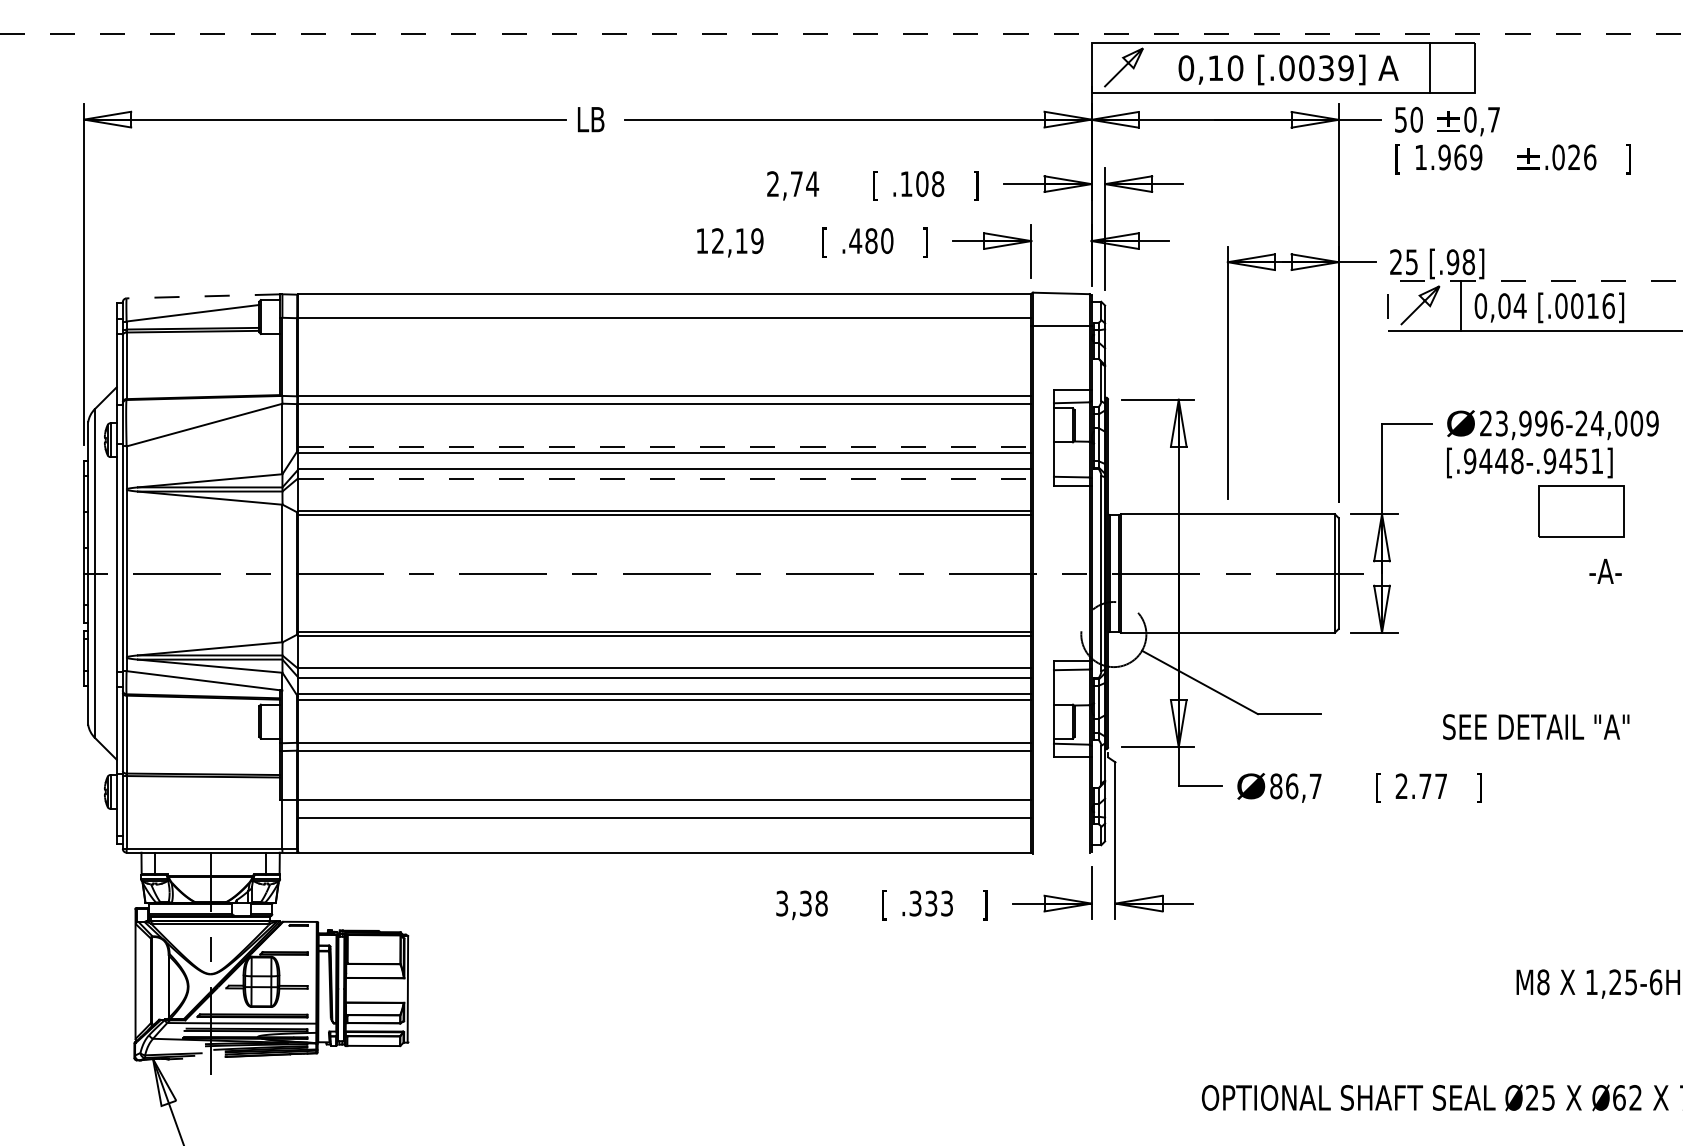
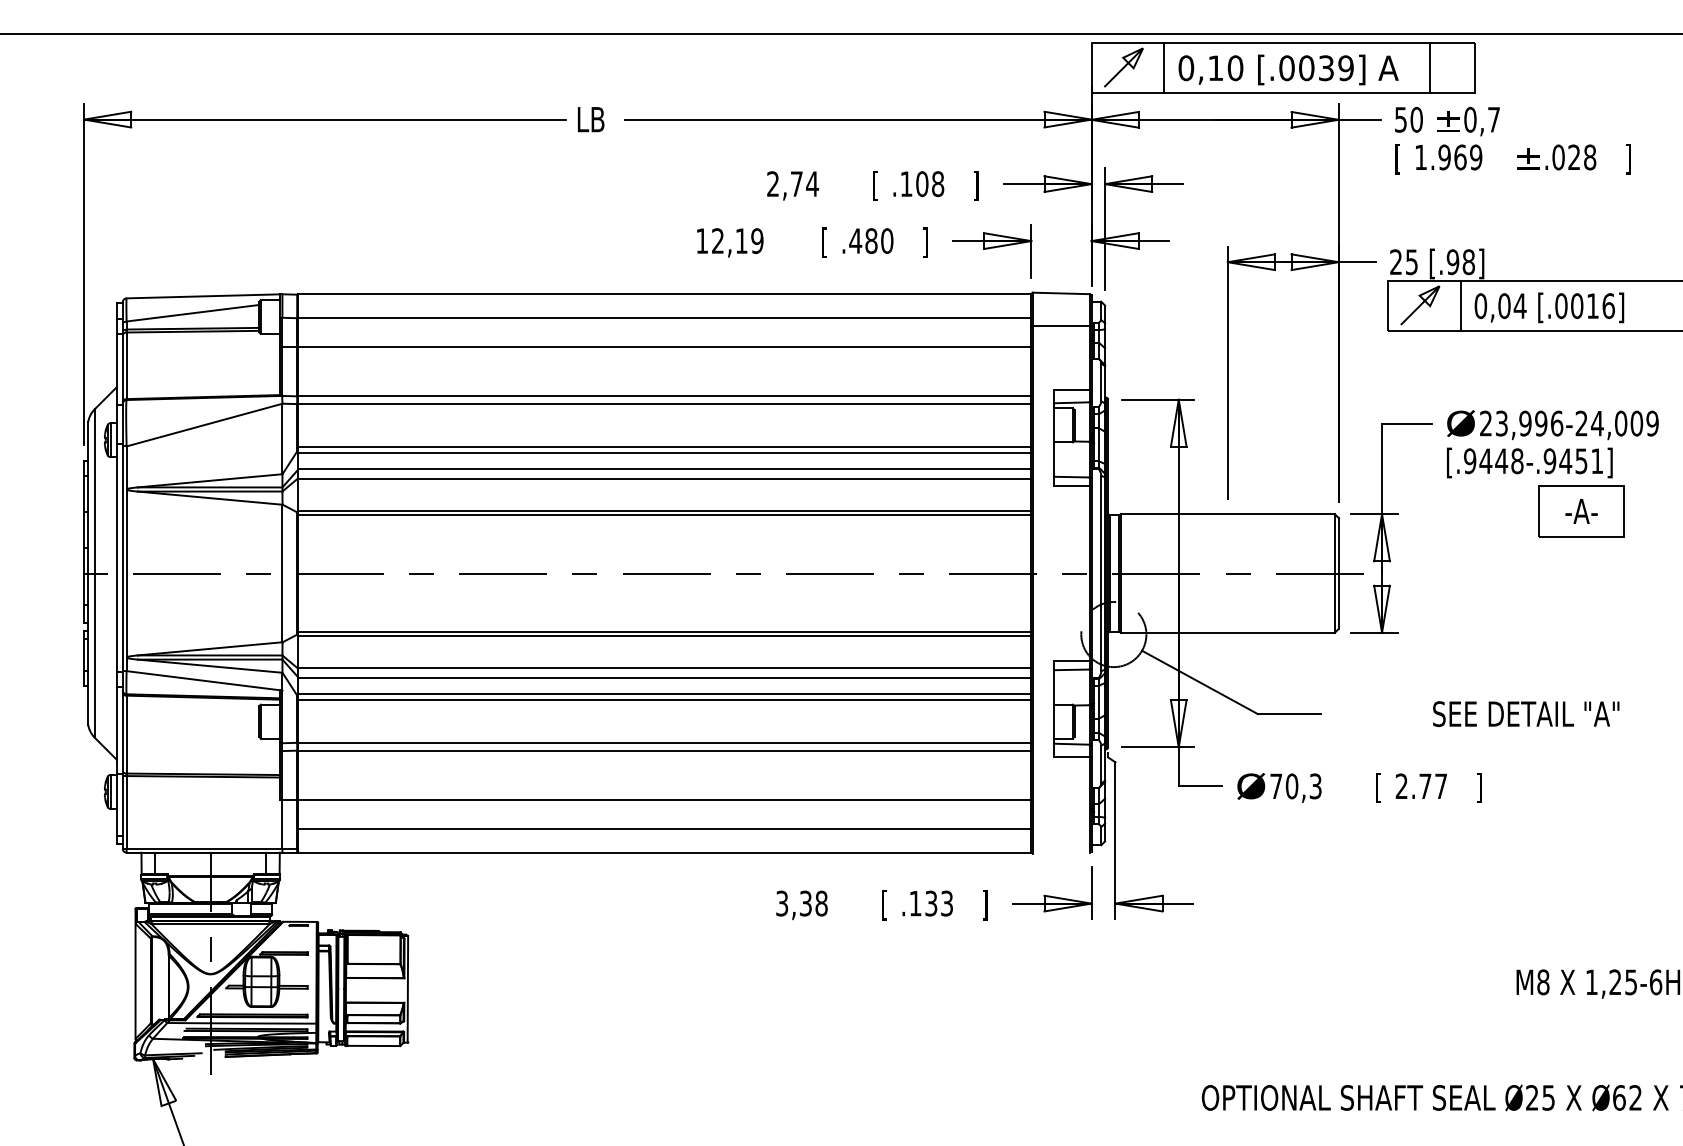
line at (841, 34): dashed -> solid
line at (1163, 68): none -> present
text at (1590, 157): .026 -> .028
line at (1509, 281): dashed -> solid
line at (203, 296): dashed -> solid
line at (655, 347): none -> present
line at (665, 447): dashed -> solid
line at (665, 478): dashed -> solid
text at (1605, 571) position: (1605, 571) -> (1581, 511)
text at (1536, 727) position: (1536, 727) -> (1526, 714)
text at (1295, 786): 86,7 -> 70,3
line at (664, 818) position: (664, 818) -> (664, 829)
text at (915, 903): .333 -> .133
